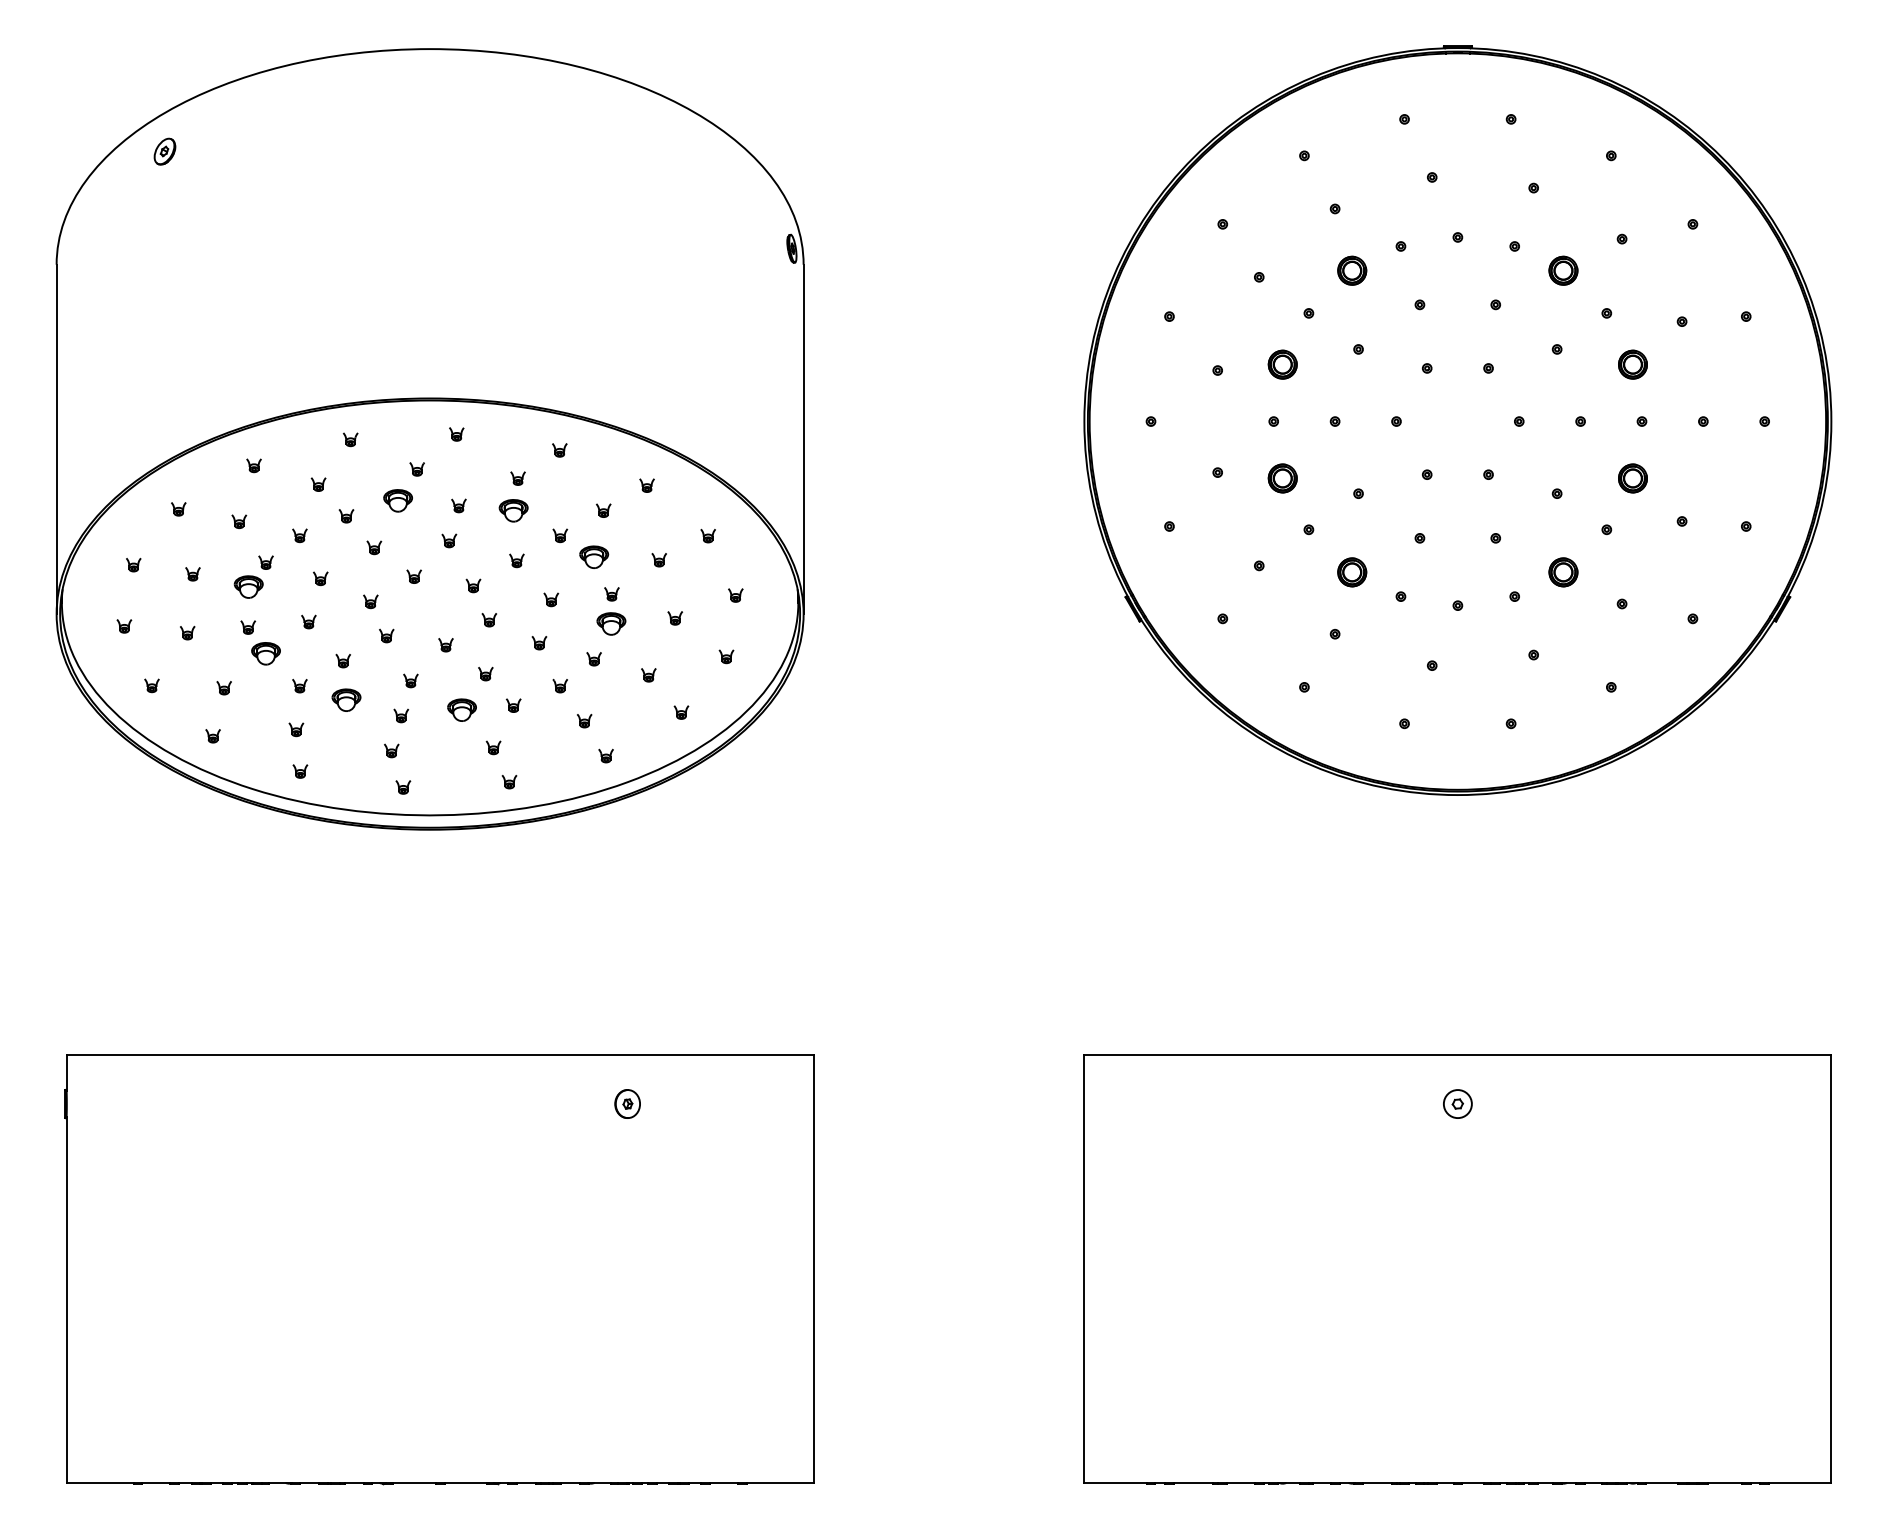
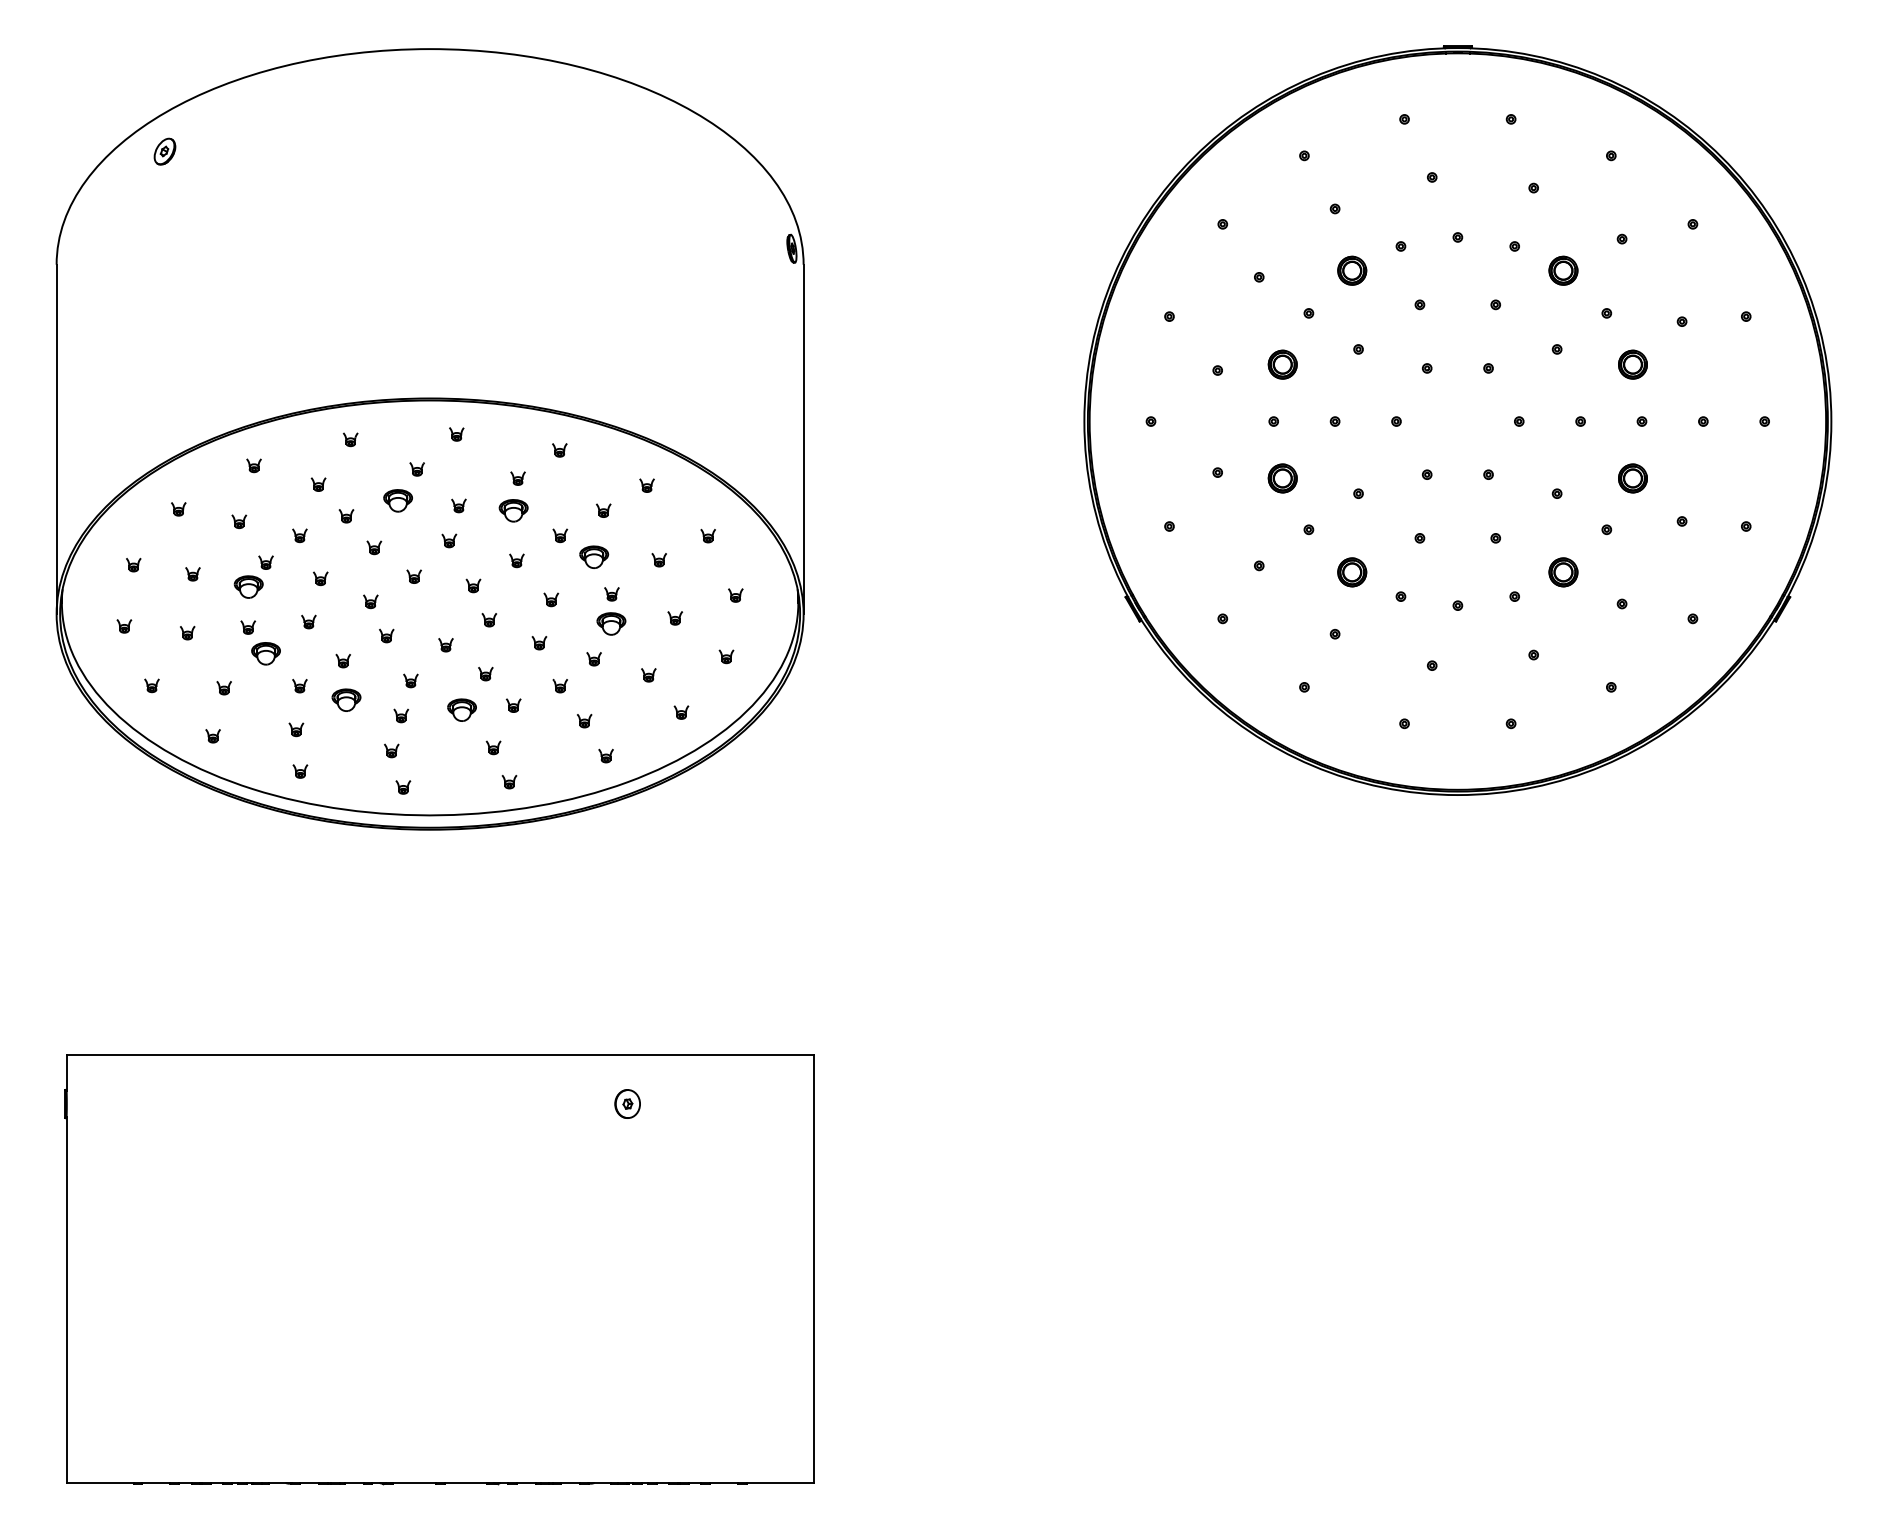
part at (1457, 1269): present -> none
